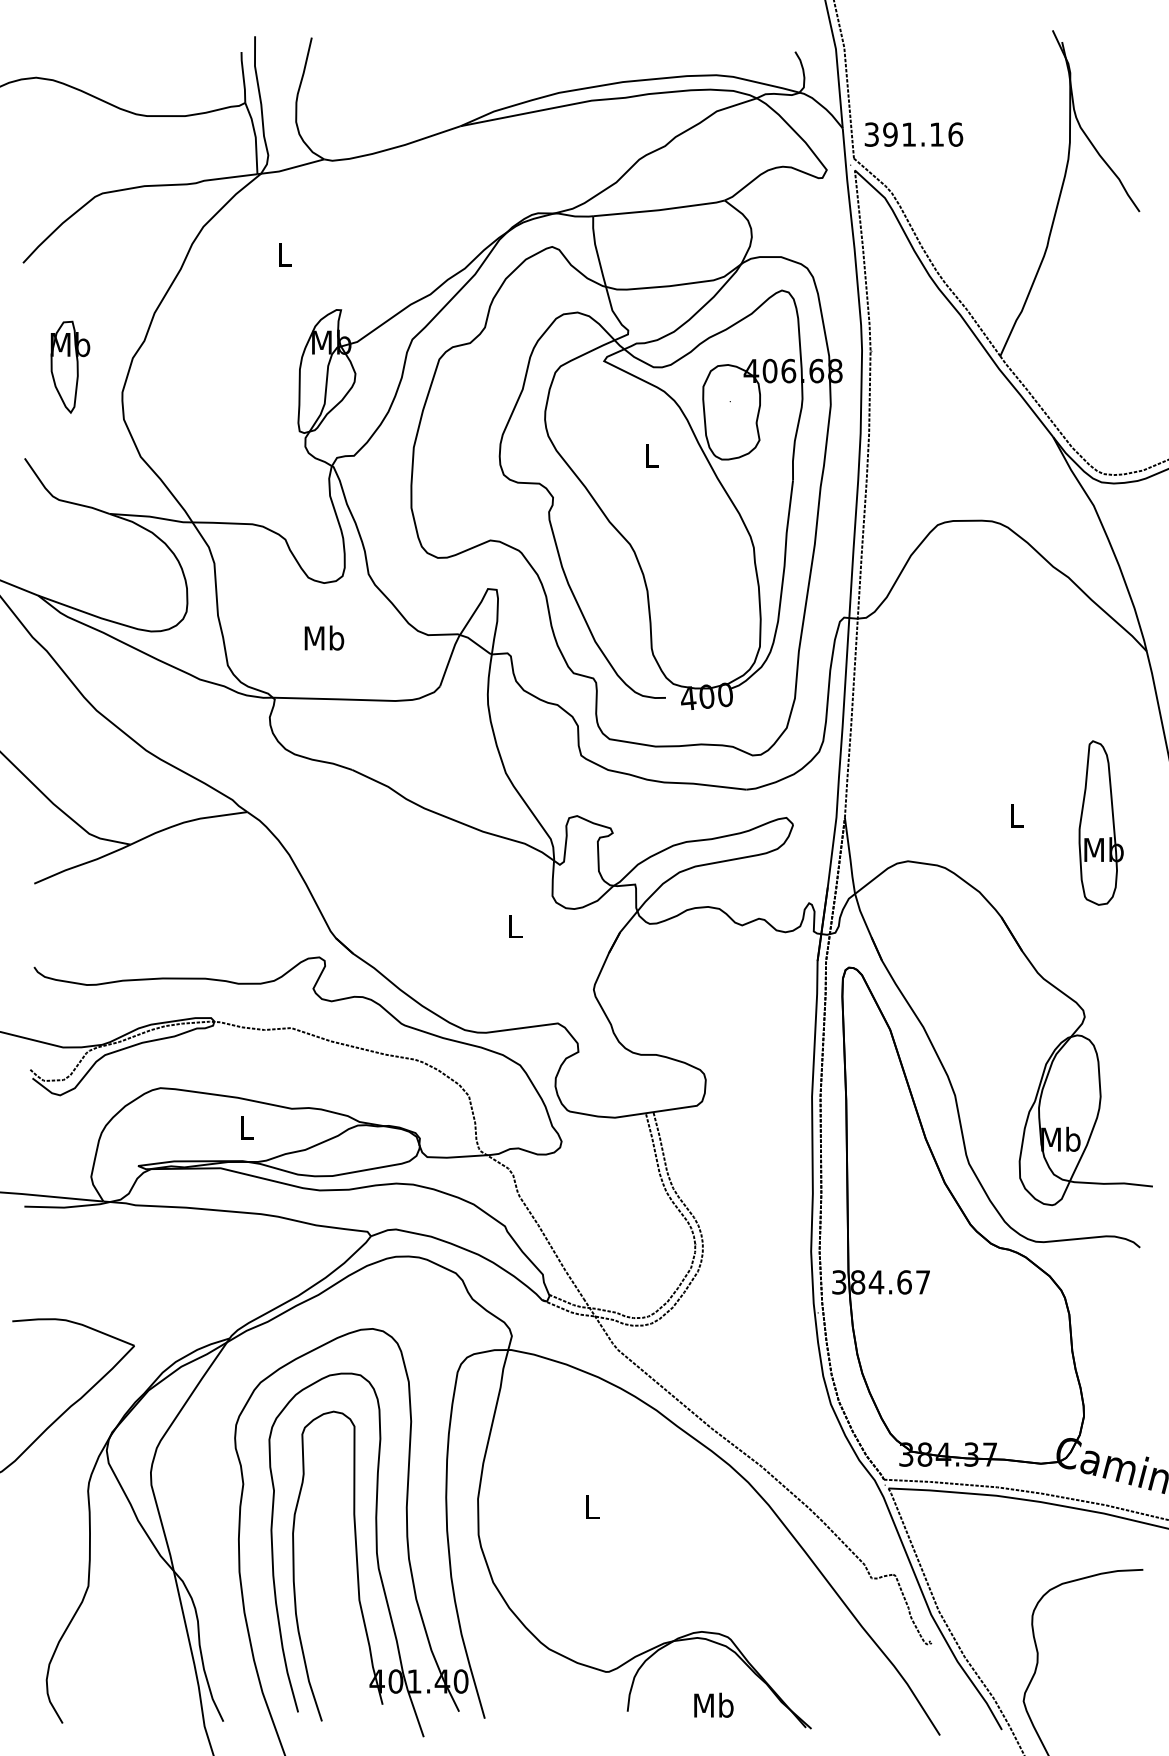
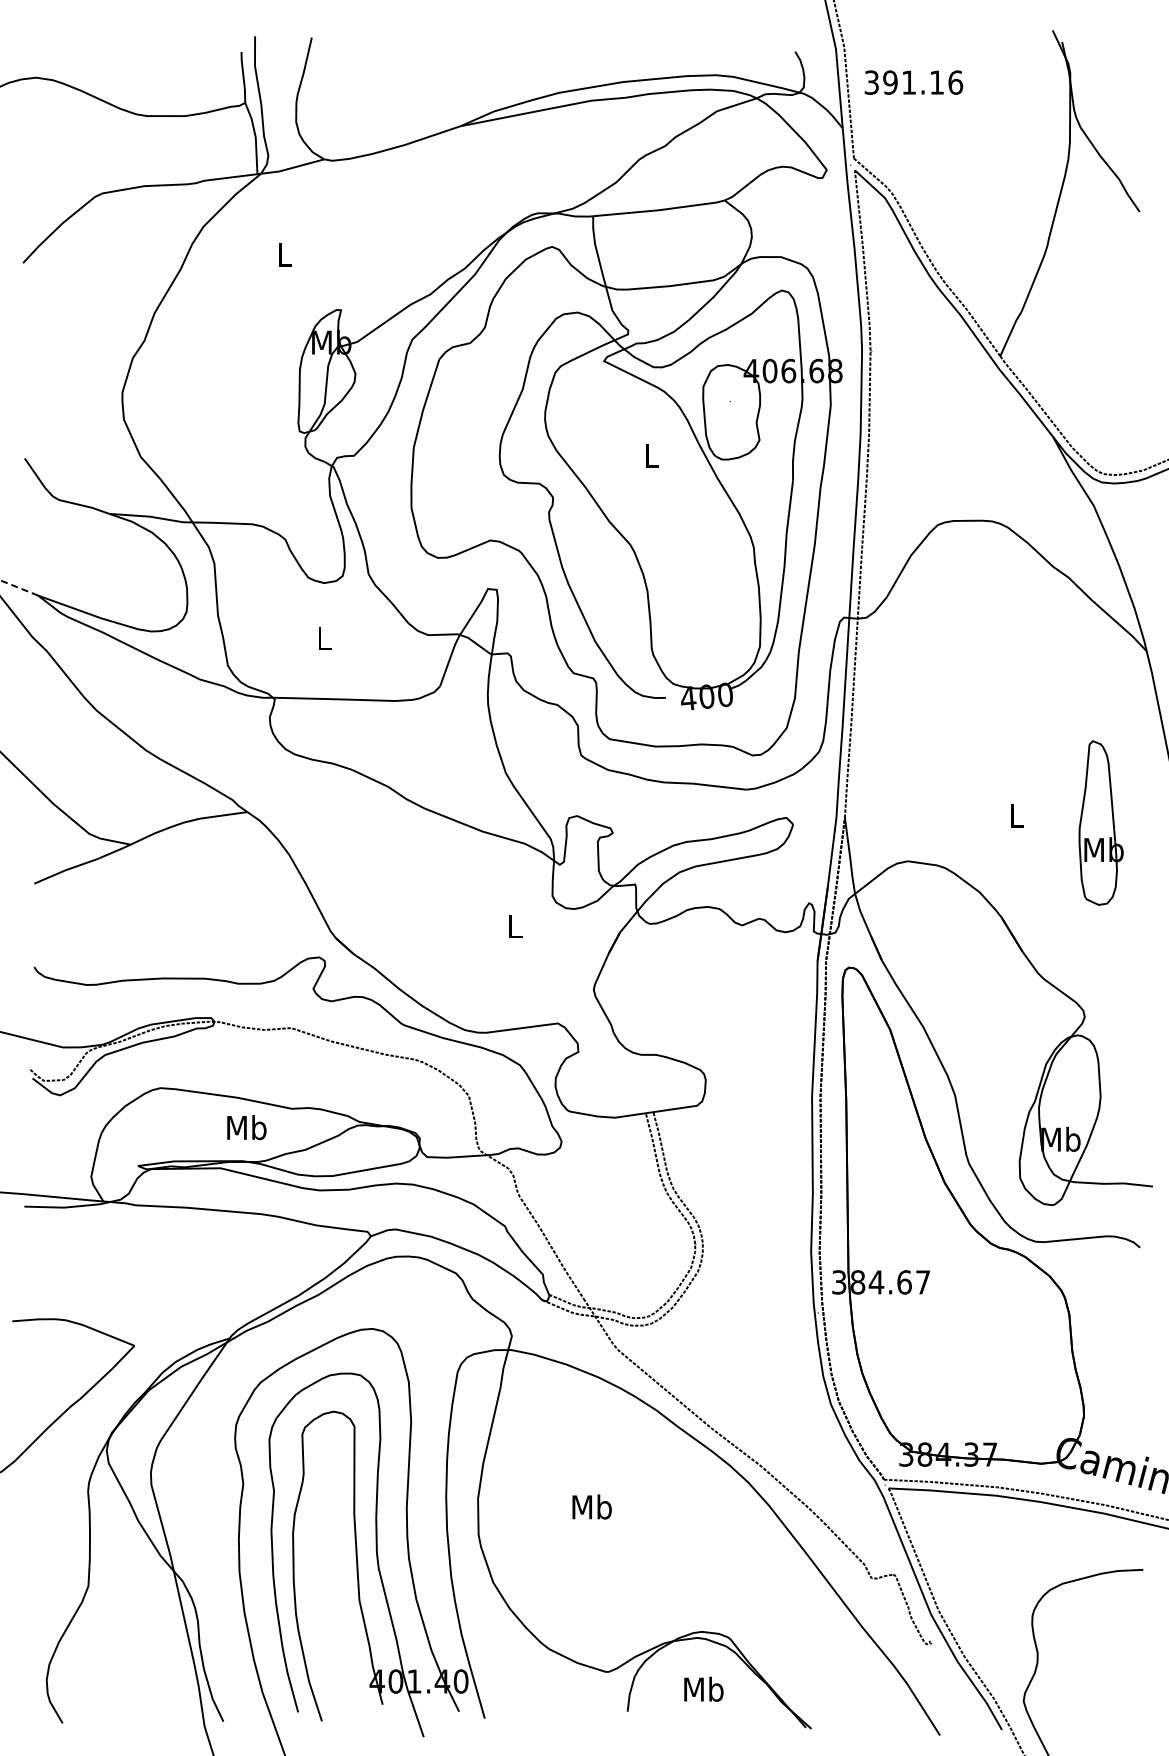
text at (913, 134) position: (913, 134) -> (913, 82)
part at (70, 366): present -> none
line at (18, 587): solid -> dashed
text at (324, 637): Mb -> L
text at (246, 1127): L -> Mb
text at (591, 1506): L -> Mb
text at (713, 1704) position: (713, 1704) -> (703, 1688)
